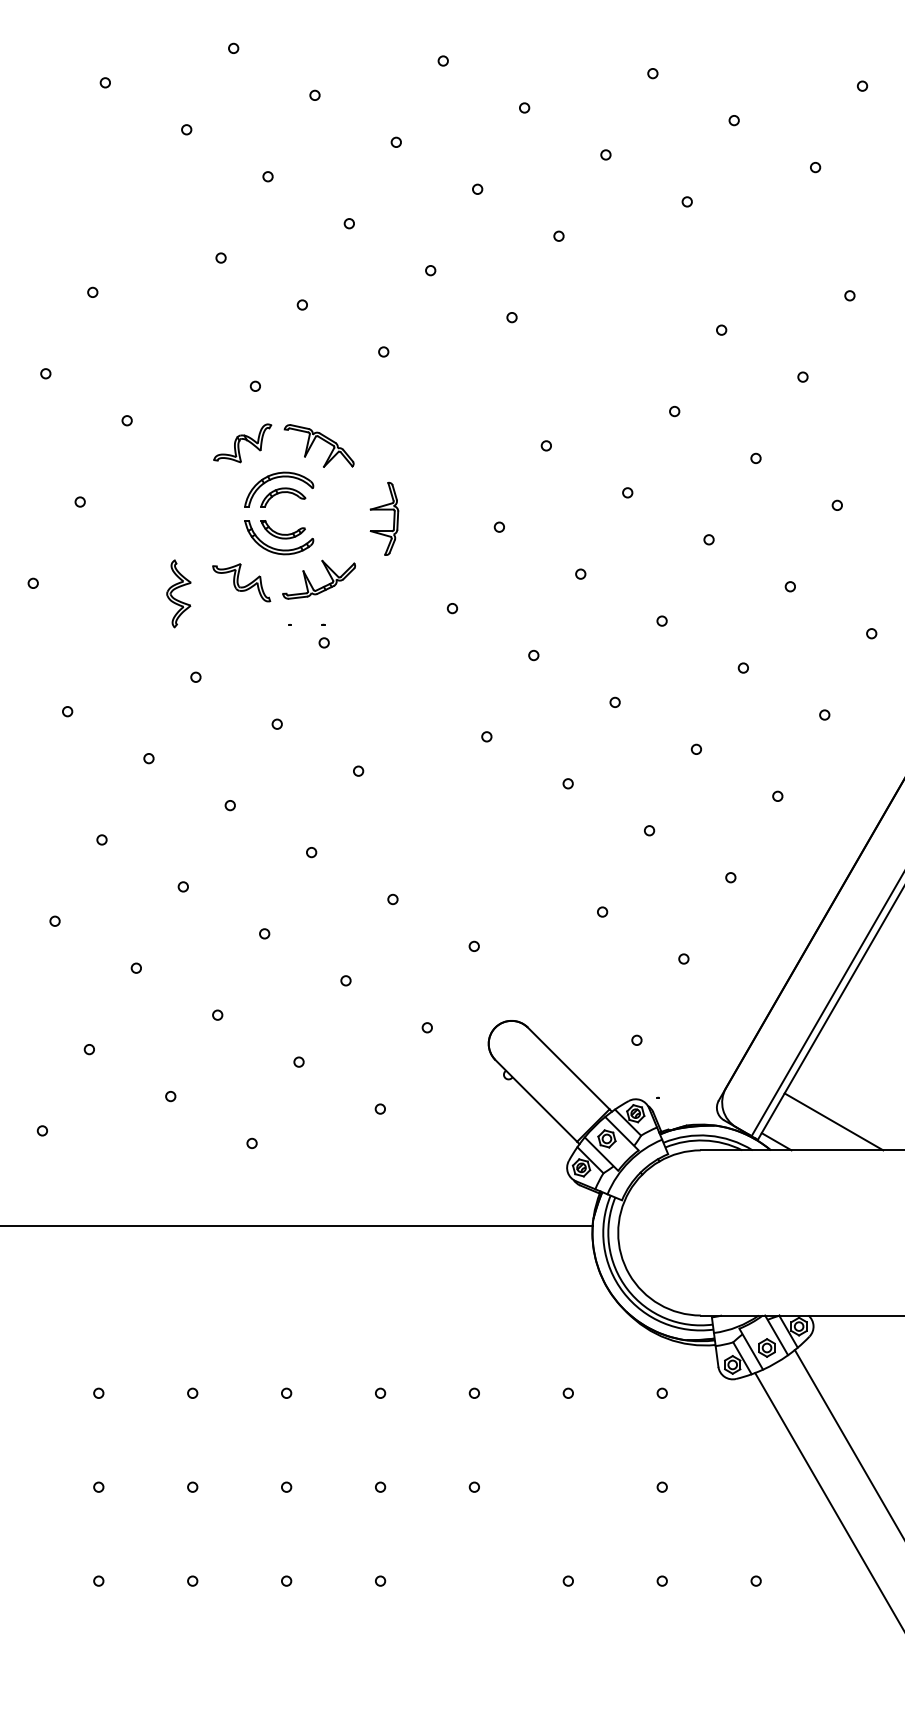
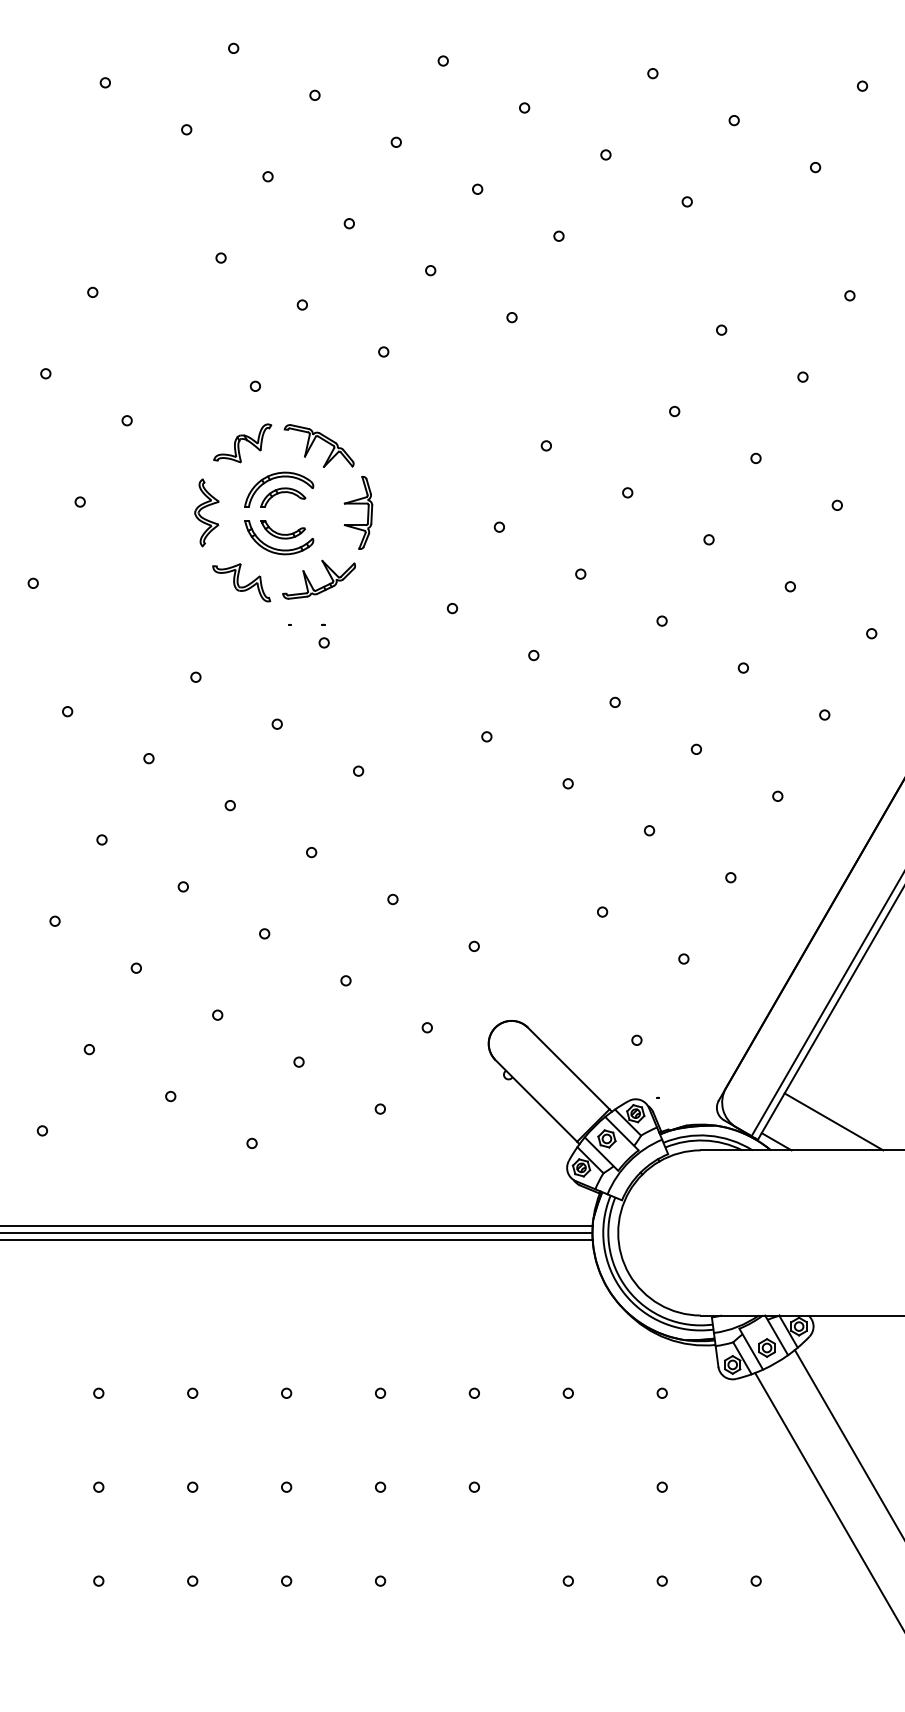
part at (384, 510) position: (384, 510) -> (358, 504)
part at (178, 593) position: (178, 593) -> (206, 512)
line at (297, 1232): none -> present
line at (297, 1240): none -> present
